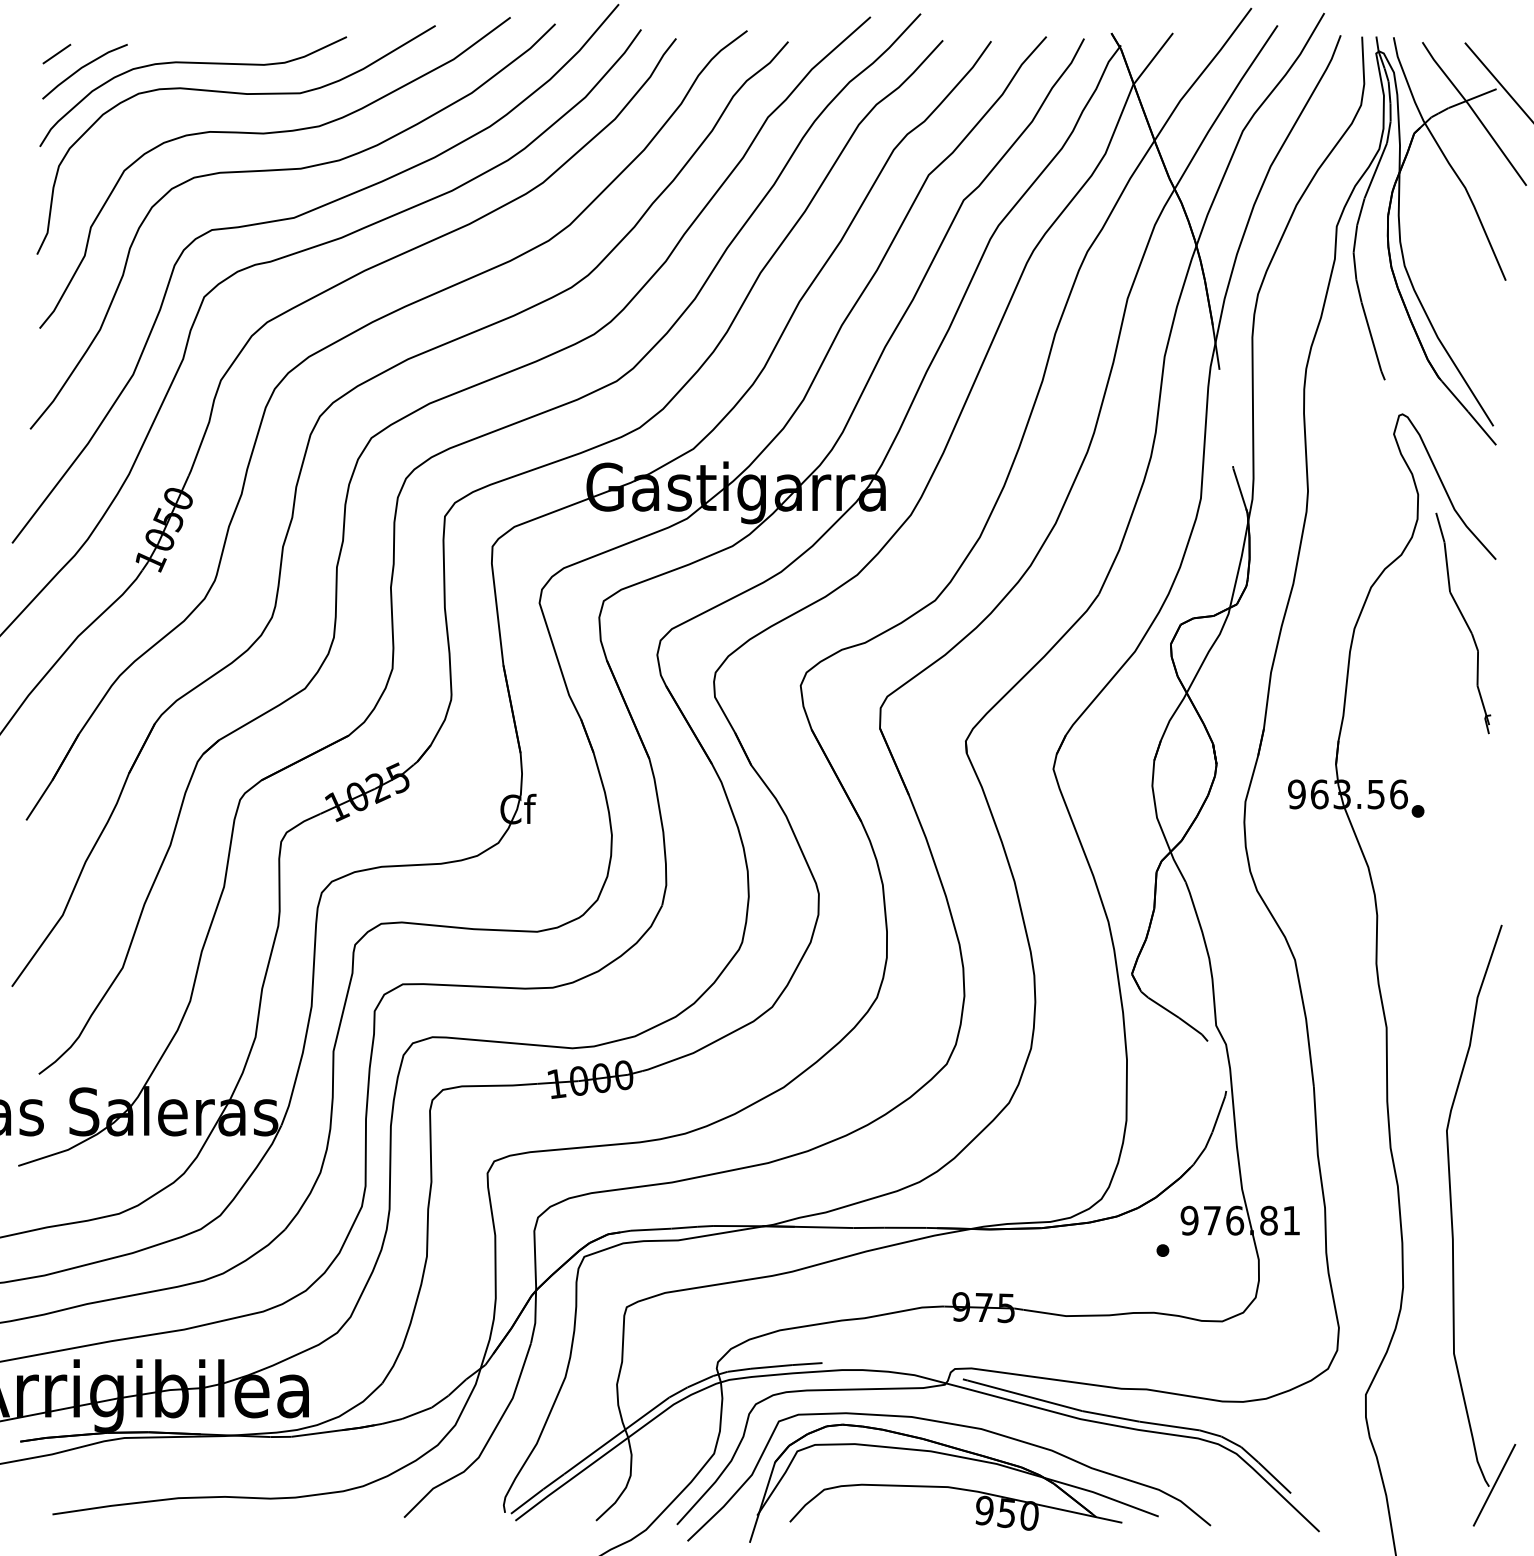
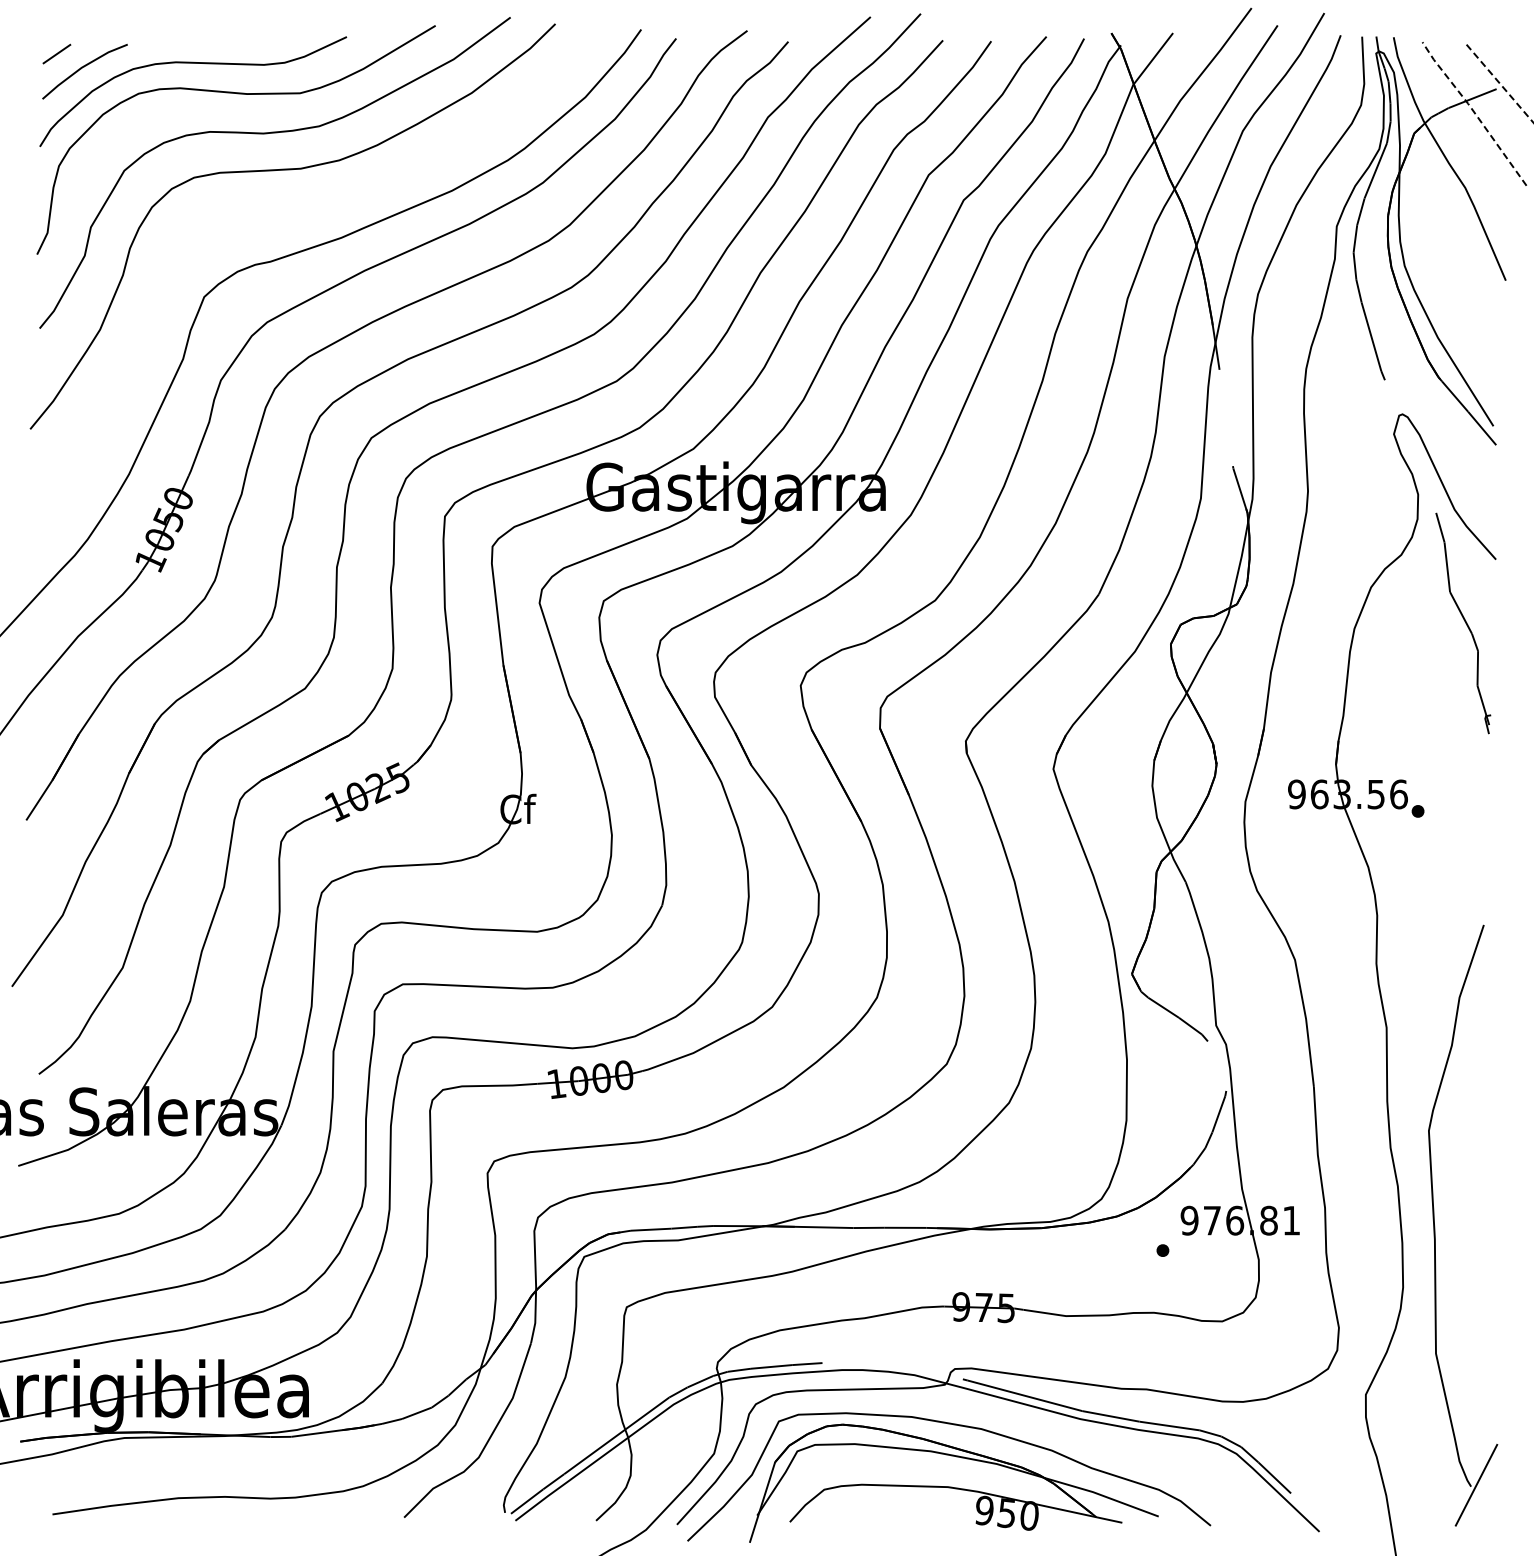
line at (1499, 82): solid -> dashed
line at (1474, 112): solid -> dashed
curve at (295, 218): present -> none
part at (1453, 1226) position: (1453, 1226) -> (1435, 1226)
